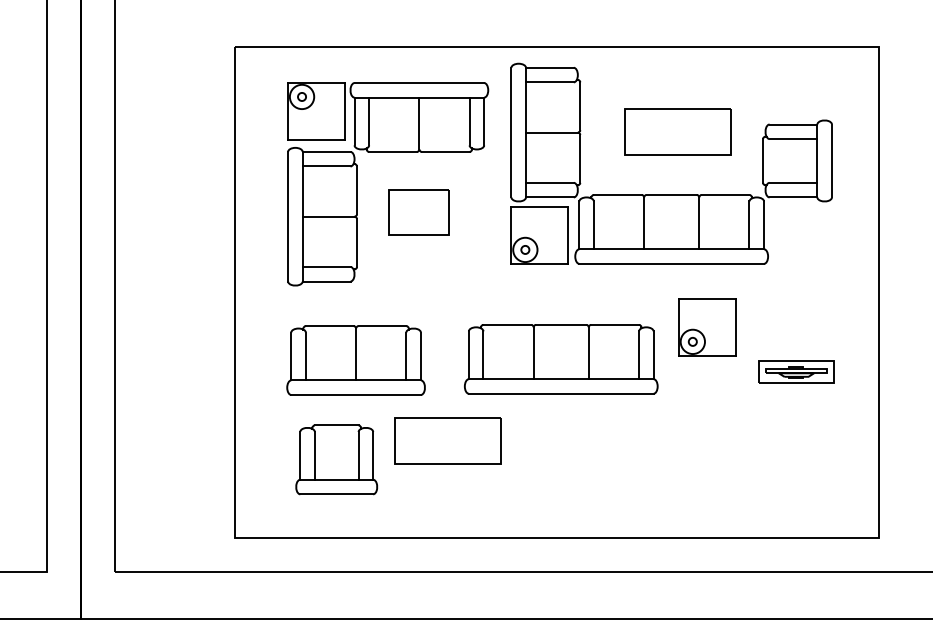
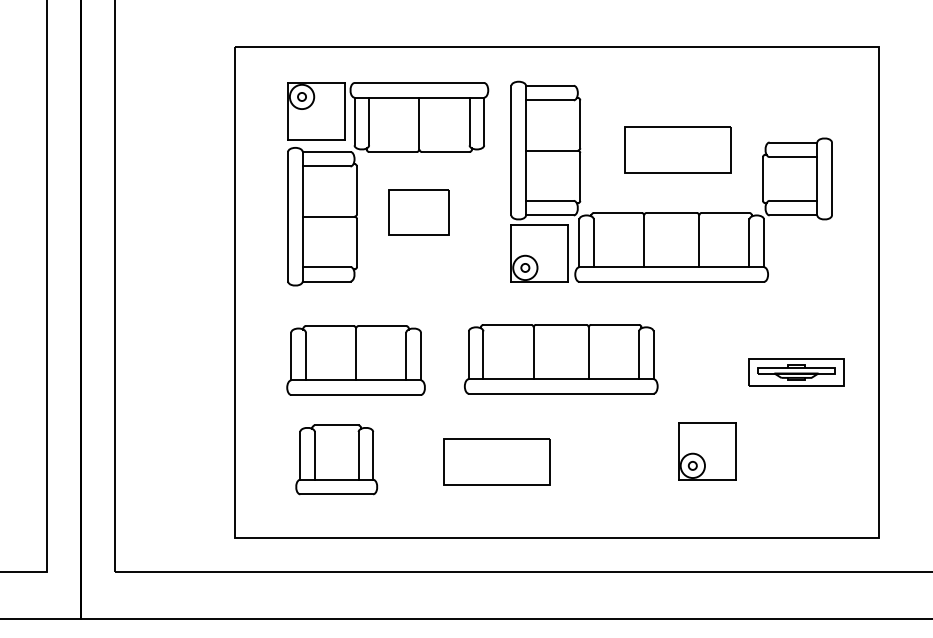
part at (671, 155) position: (671, 155) -> (671, 173)
part at (707, 327) position: (707, 327) -> (707, 451)
part at (796, 371) size: 77x24 px -> 97x29 px
part at (447, 440) position: (447, 440) -> (496, 461)
